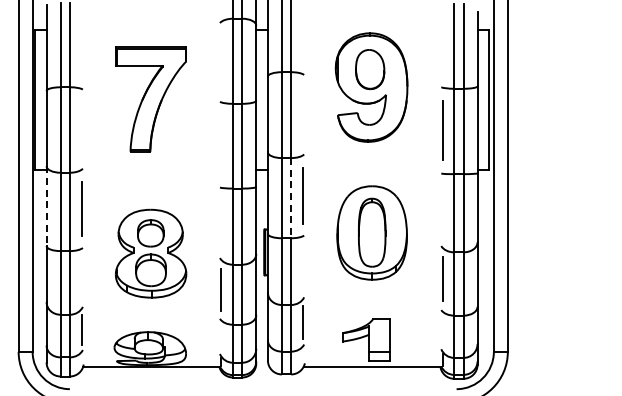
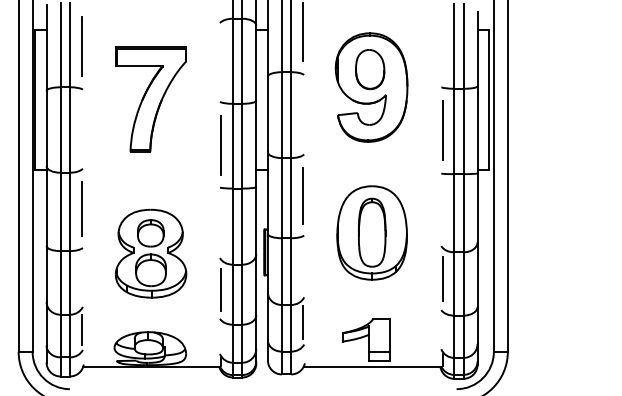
line at (302, 32): none -> present
line at (81, 46): none -> present
line at (220, 145): none -> present
line at (291, 198): dashed -> solid
line at (46, 206): dashed -> solid
